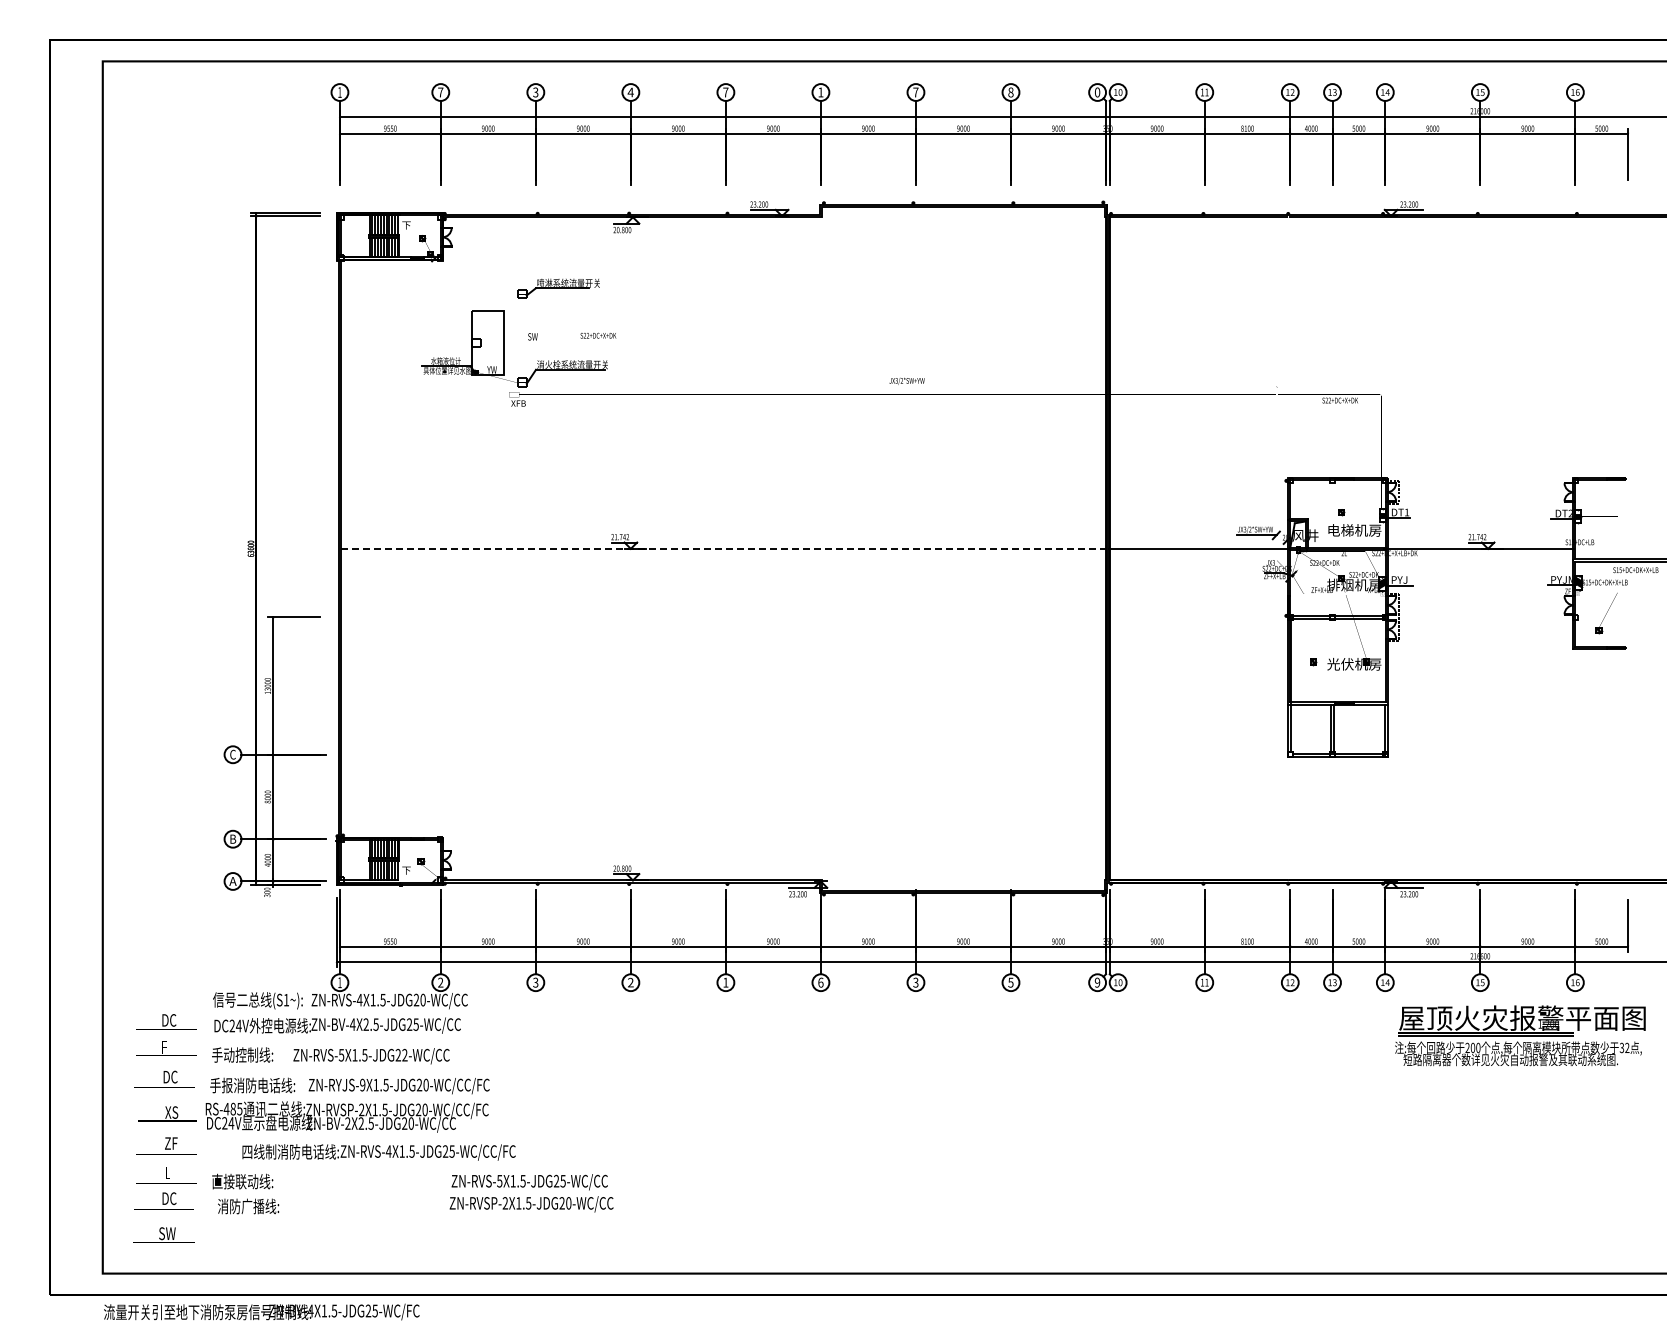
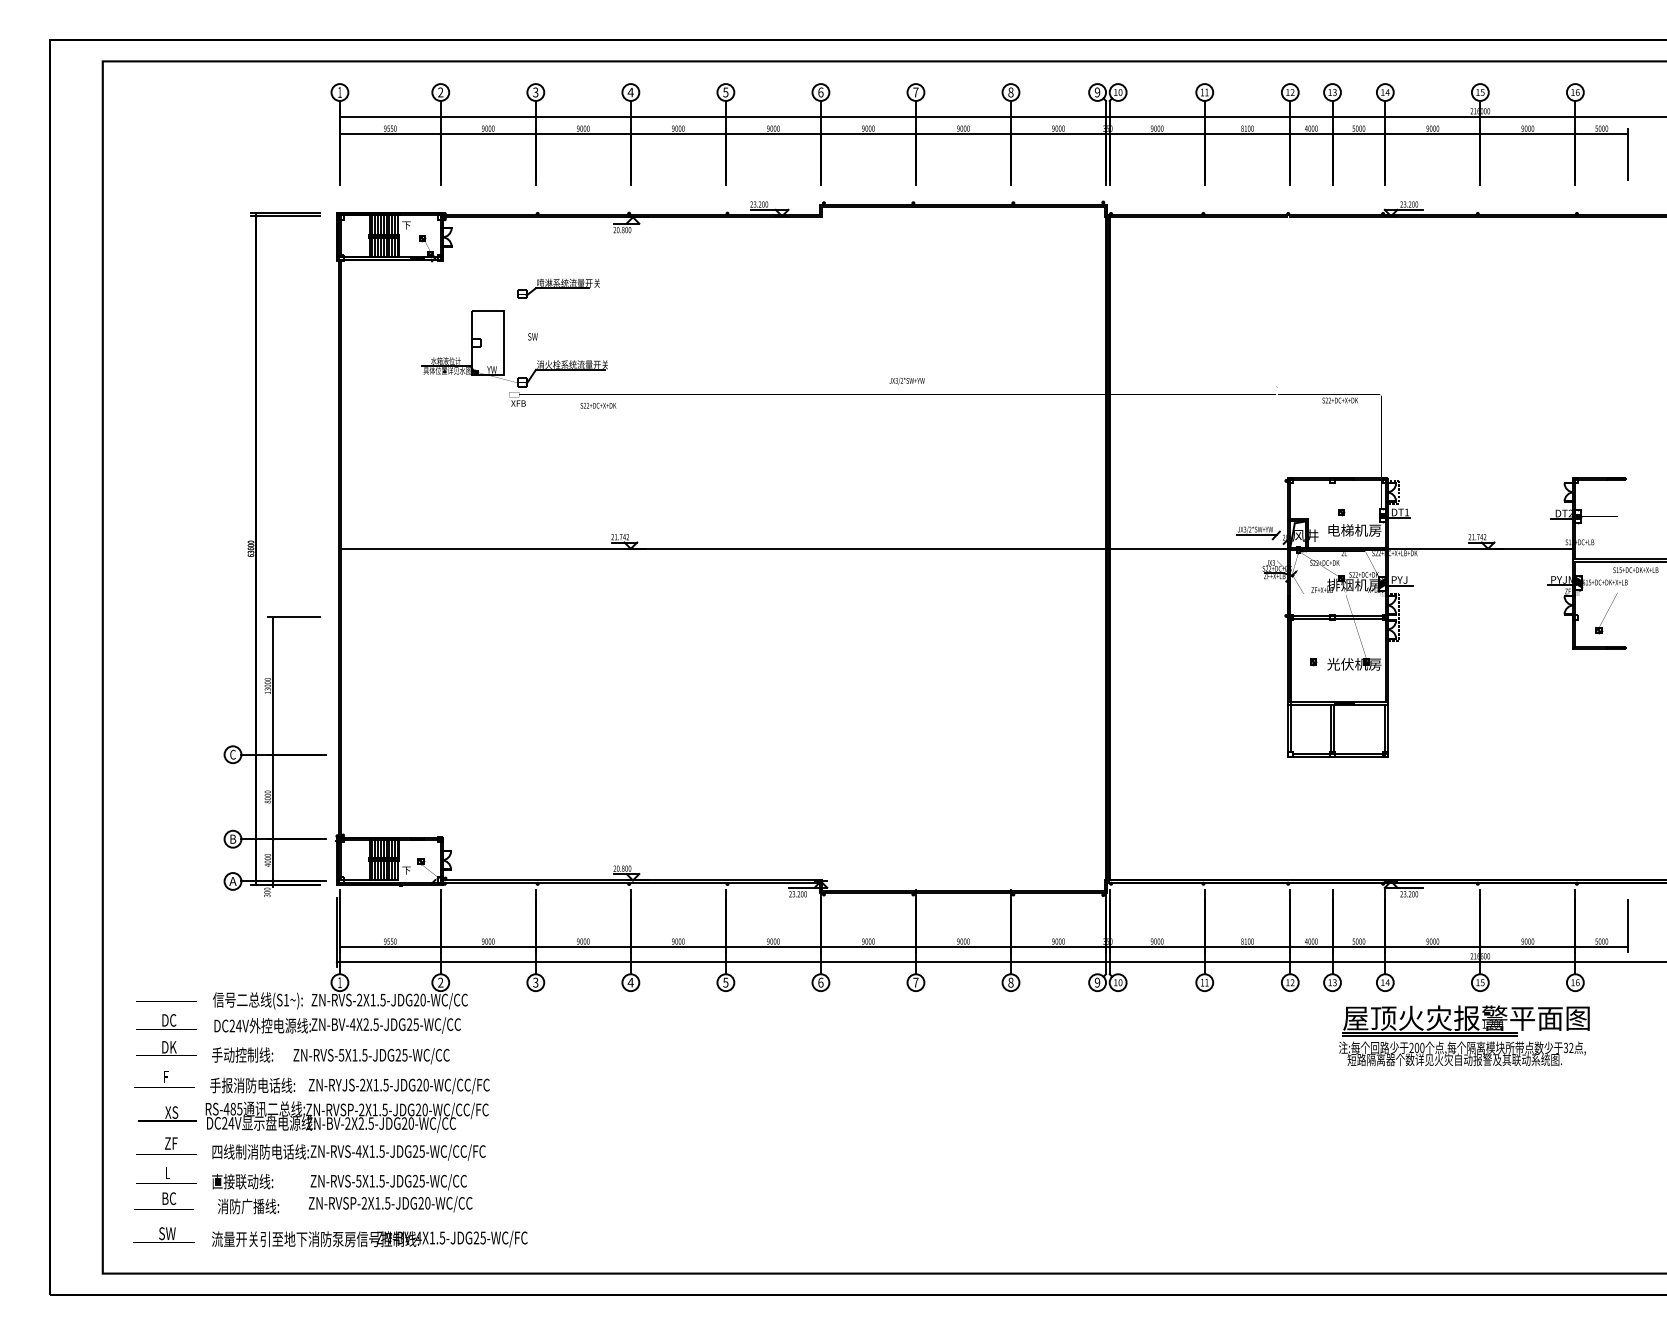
text at (440, 92): 7 -> 2
text at (725, 92): 7 -> 5
text at (820, 92): 1 -> 6
text at (1097, 92): 0 -> 9
text at (598, 335) position: (598, 335) -> (598, 405)
line at (724, 548): dashed -> solid
text at (630, 982): 2 -> 4
text at (725, 982): 1 -> 5
text at (915, 982): 3 -> 7
text at (1010, 982): 5 -> 8
text at (359, 999): ZN-RVS-4X1.5-JDG20-WC/CC -> ZN-RVS-2X1.5-JDG20-WC/CC
line at (166, 1001): none -> present
part at (1520, 1035) position: (1520, 1035) -> (1464, 1035)
text at (169, 1047): F -> DK
text at (404, 1054): ZN-RVS-5X1.5-JDG22-WC/CC -> ZN-RVS-5X1.5-JDG25-WC/CC
text at (170, 1076): DC -> F
text at (362, 1085): ZN-RYJS-9X1.5-JDG20-WC/CC/FC -> ZN-RYJS-2X1.5-JDG20-WC/CC/FC
text at (378, 1152) position: (378, 1152) -> (348, 1152)
text at (531, 1193) position: (531, 1193) -> (390, 1193)
text at (169, 1198): DC -> BC
text at (261, 1311) position: (261, 1311) -> (369, 1238)
